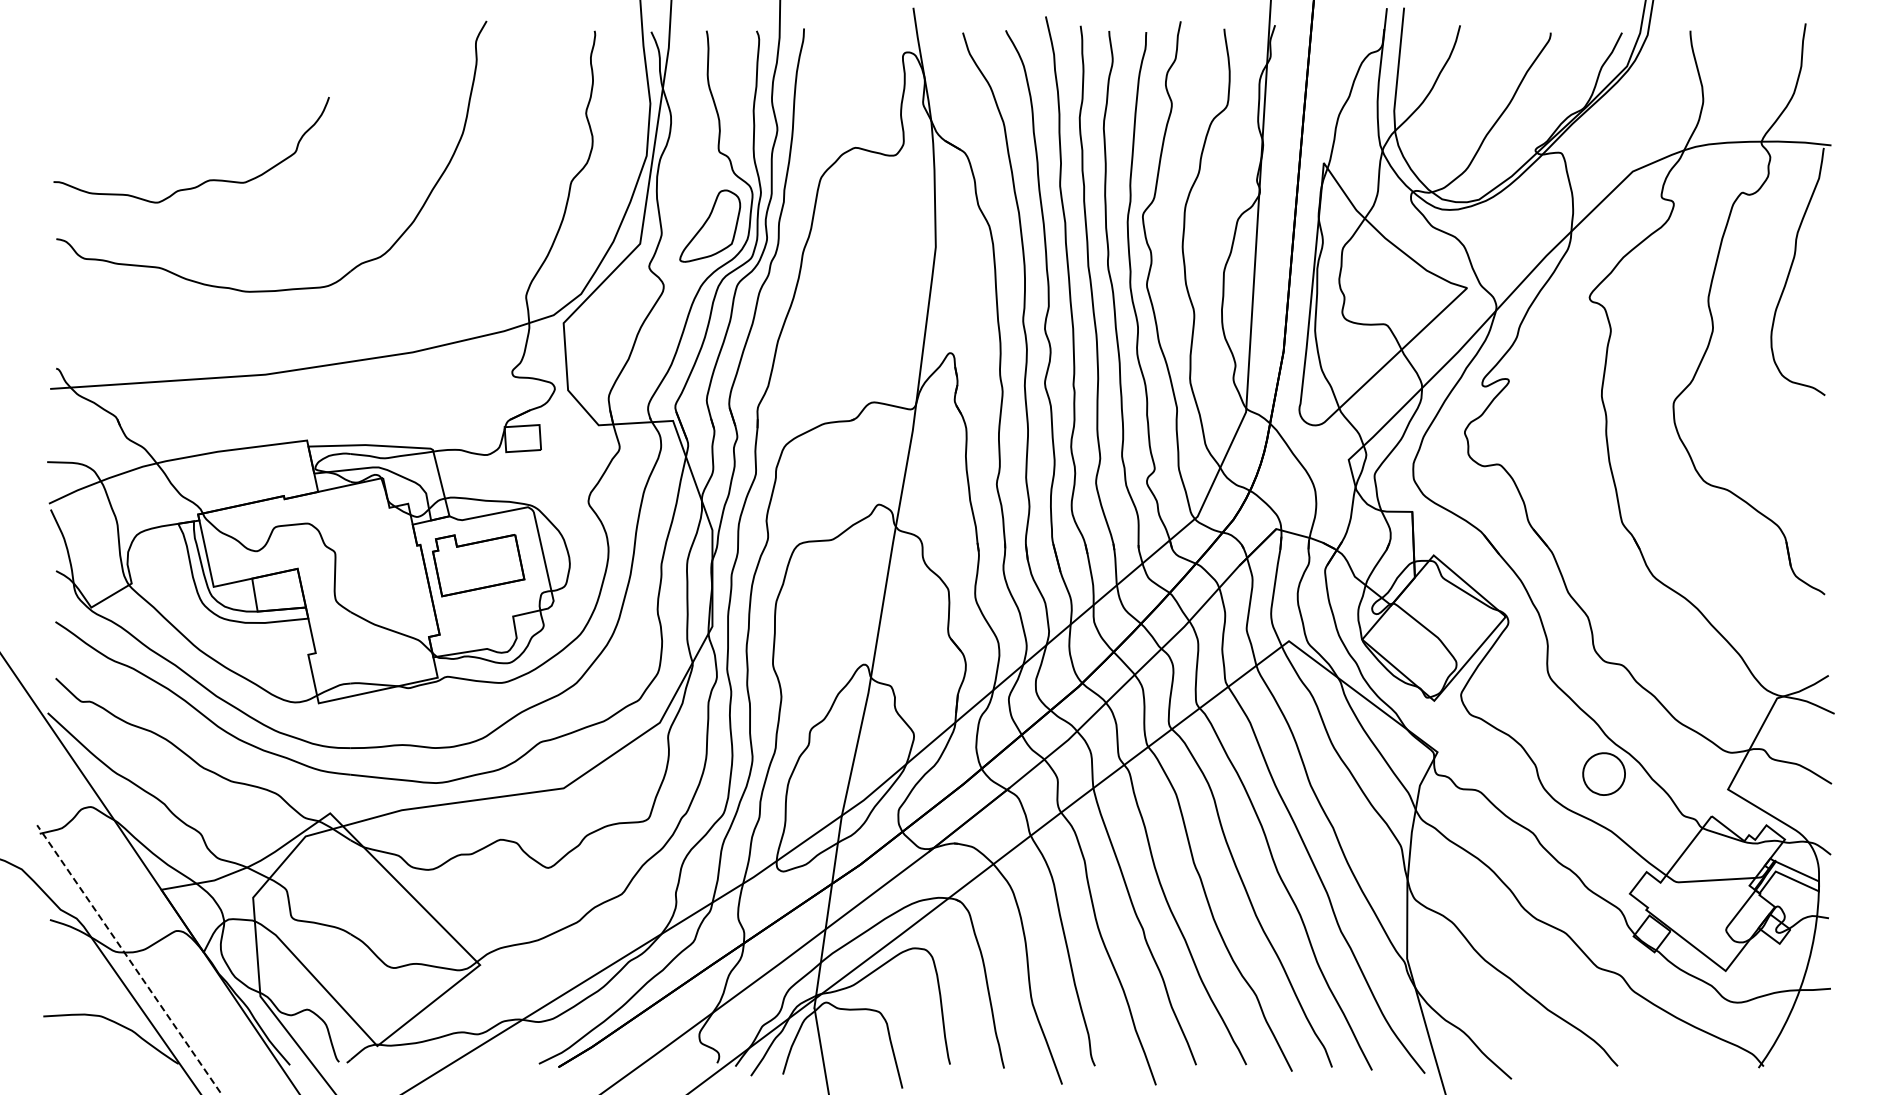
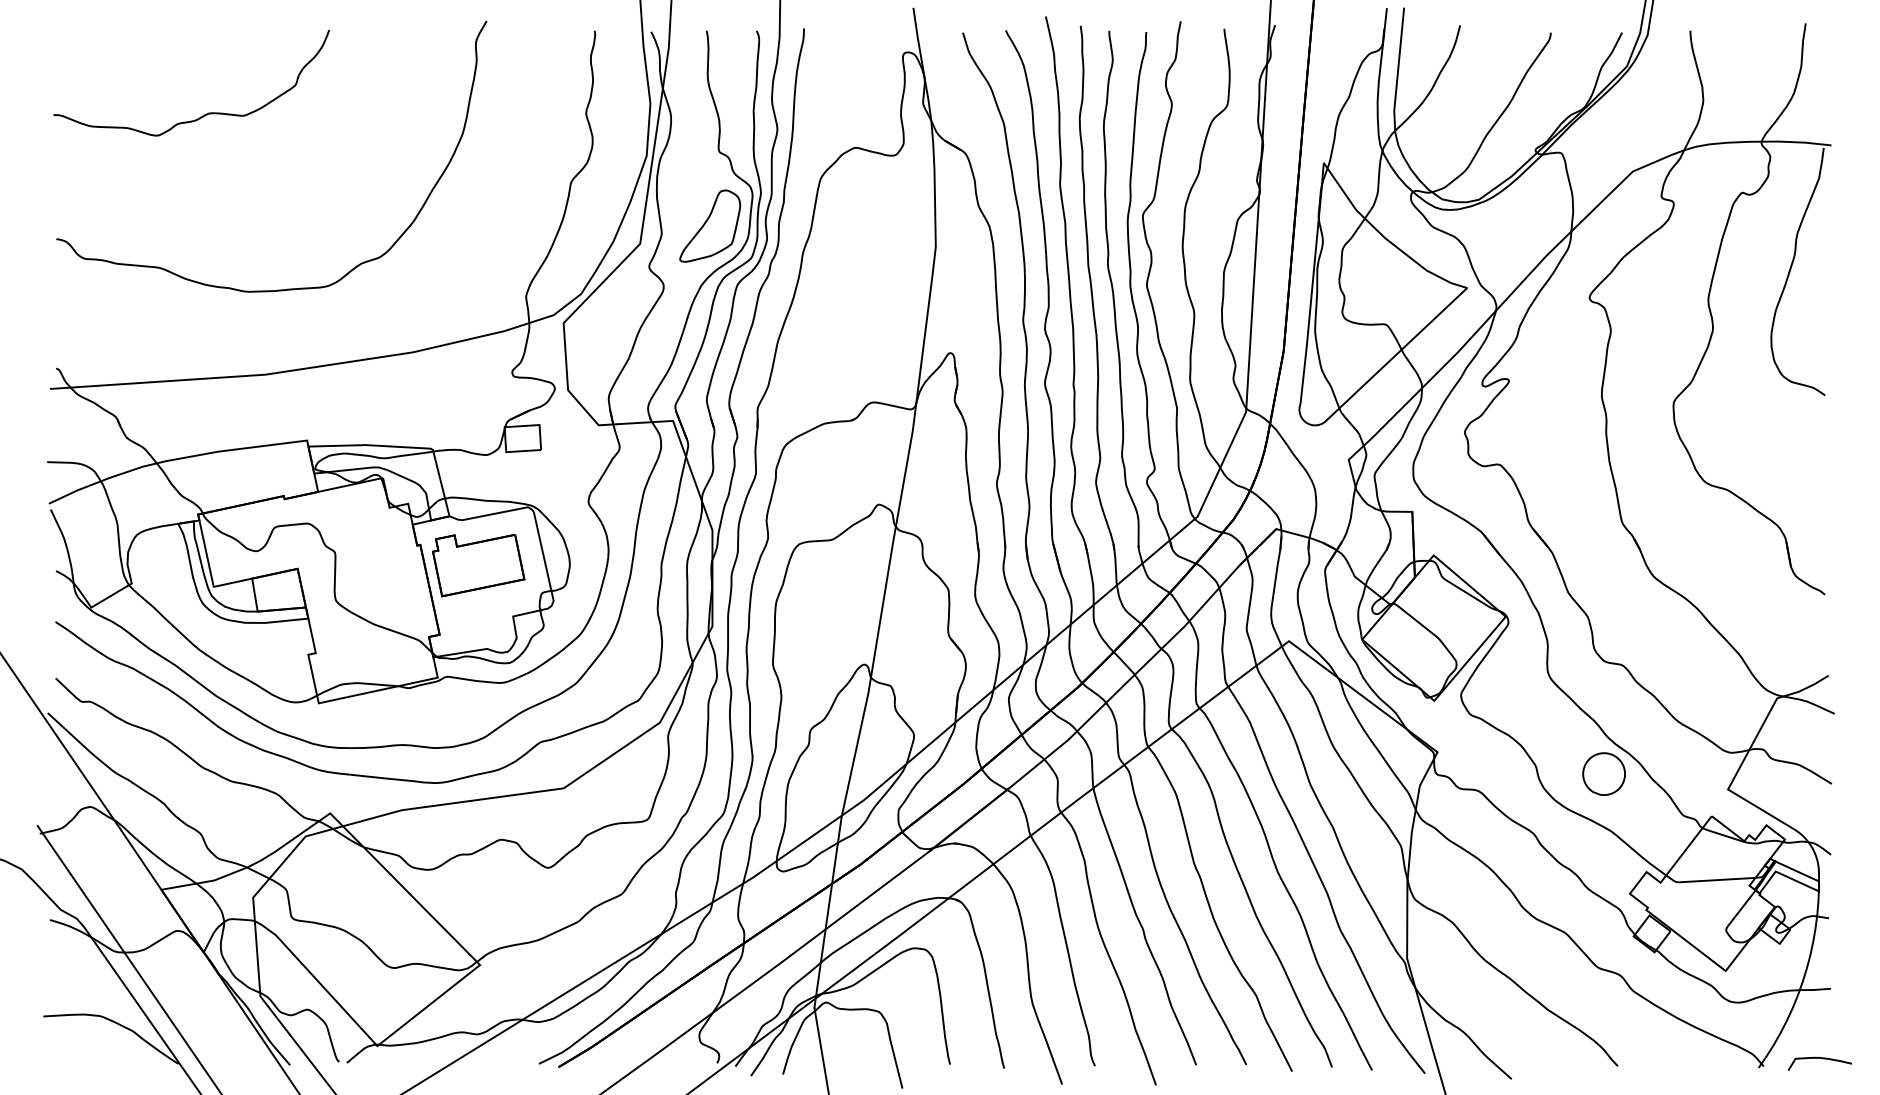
curve at (206, 180) position: (206, 180) -> (206, 113)
line at (129, 959): dashed -> solid
curve at (1819, 1058): none -> present
